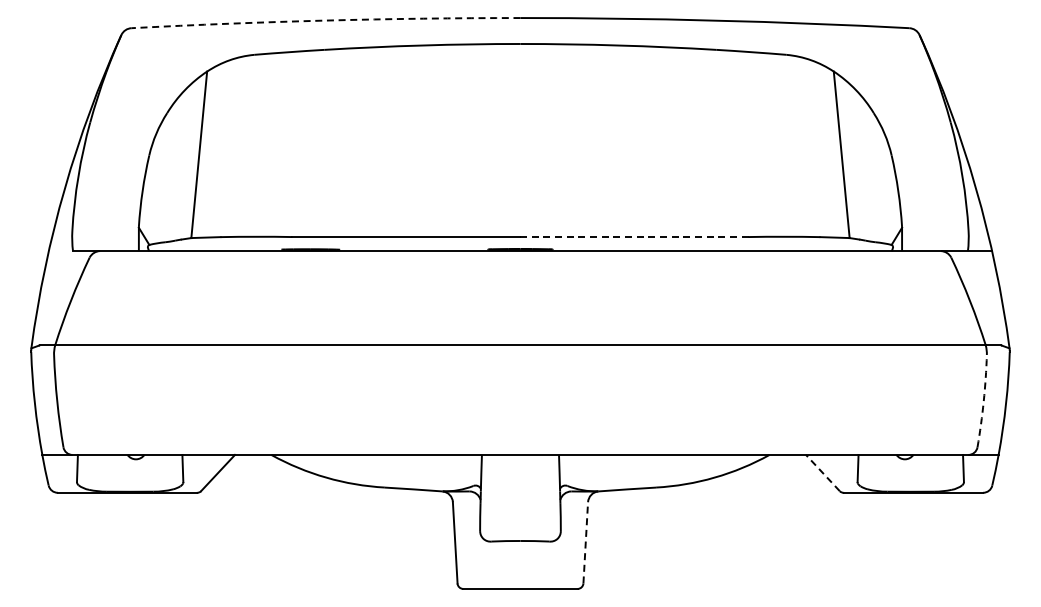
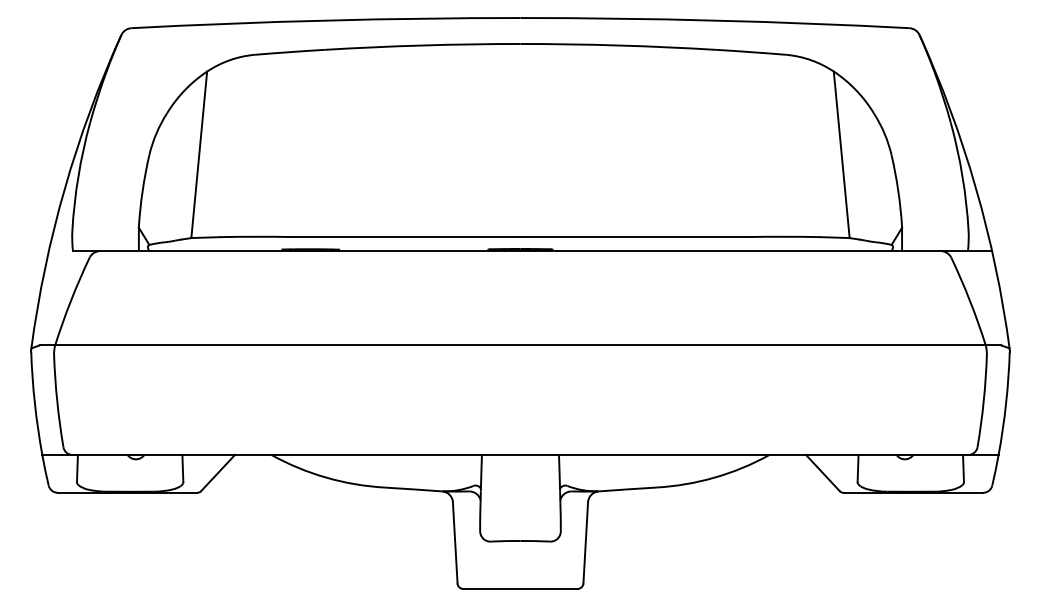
arc at (326, 20): dashed -> solid
line at (634, 237): dashed -> solid
arc at (983, 401): dashed -> solid
line at (822, 473): dashed -> solid
line at (585, 542): dashed -> solid
